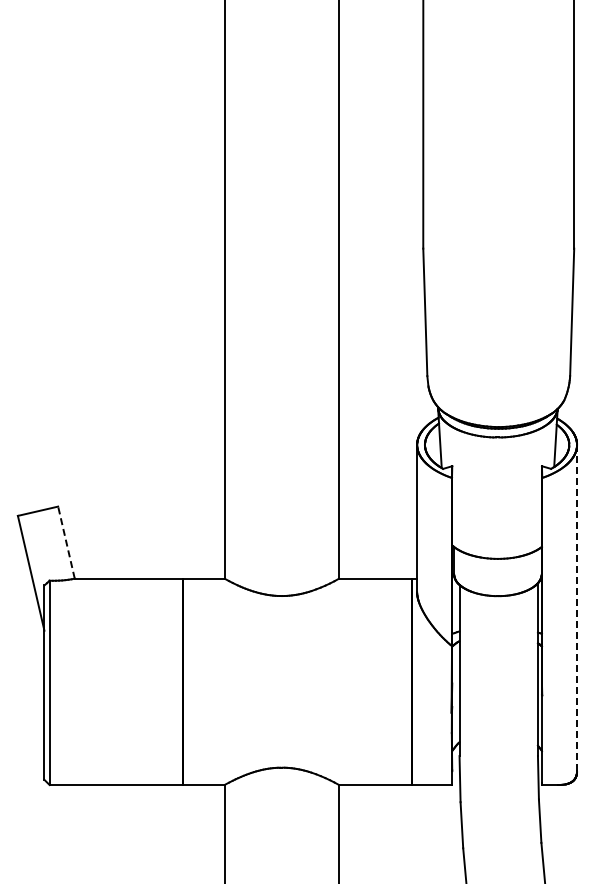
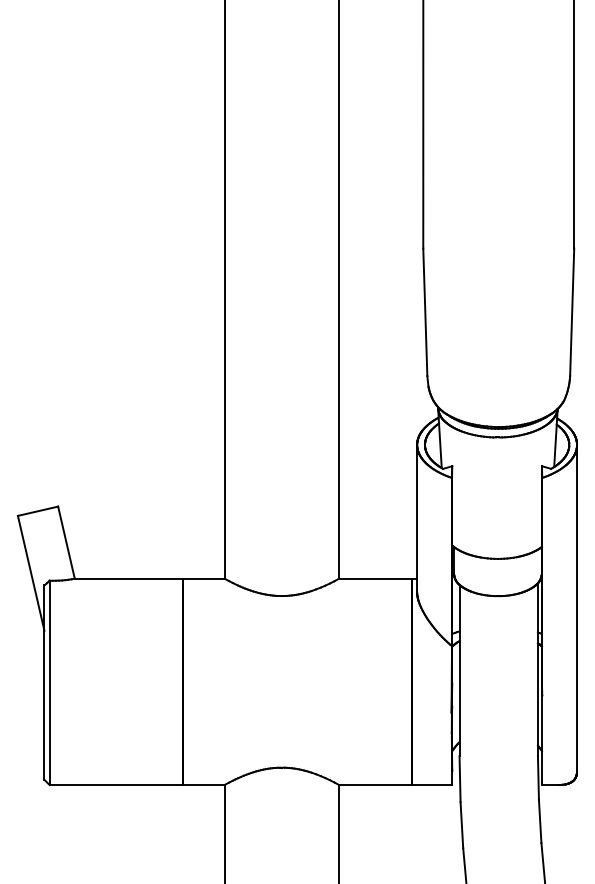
line at (66, 542): dashed -> solid
line at (577, 607): dashed -> solid
